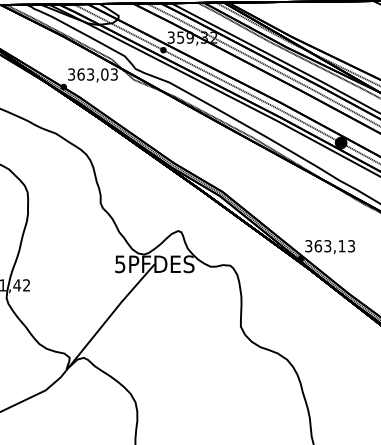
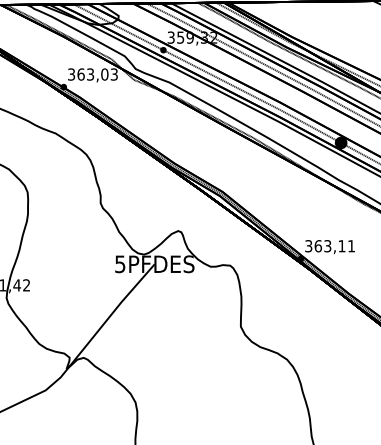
text at (351, 246): 363,13 -> 363,11
